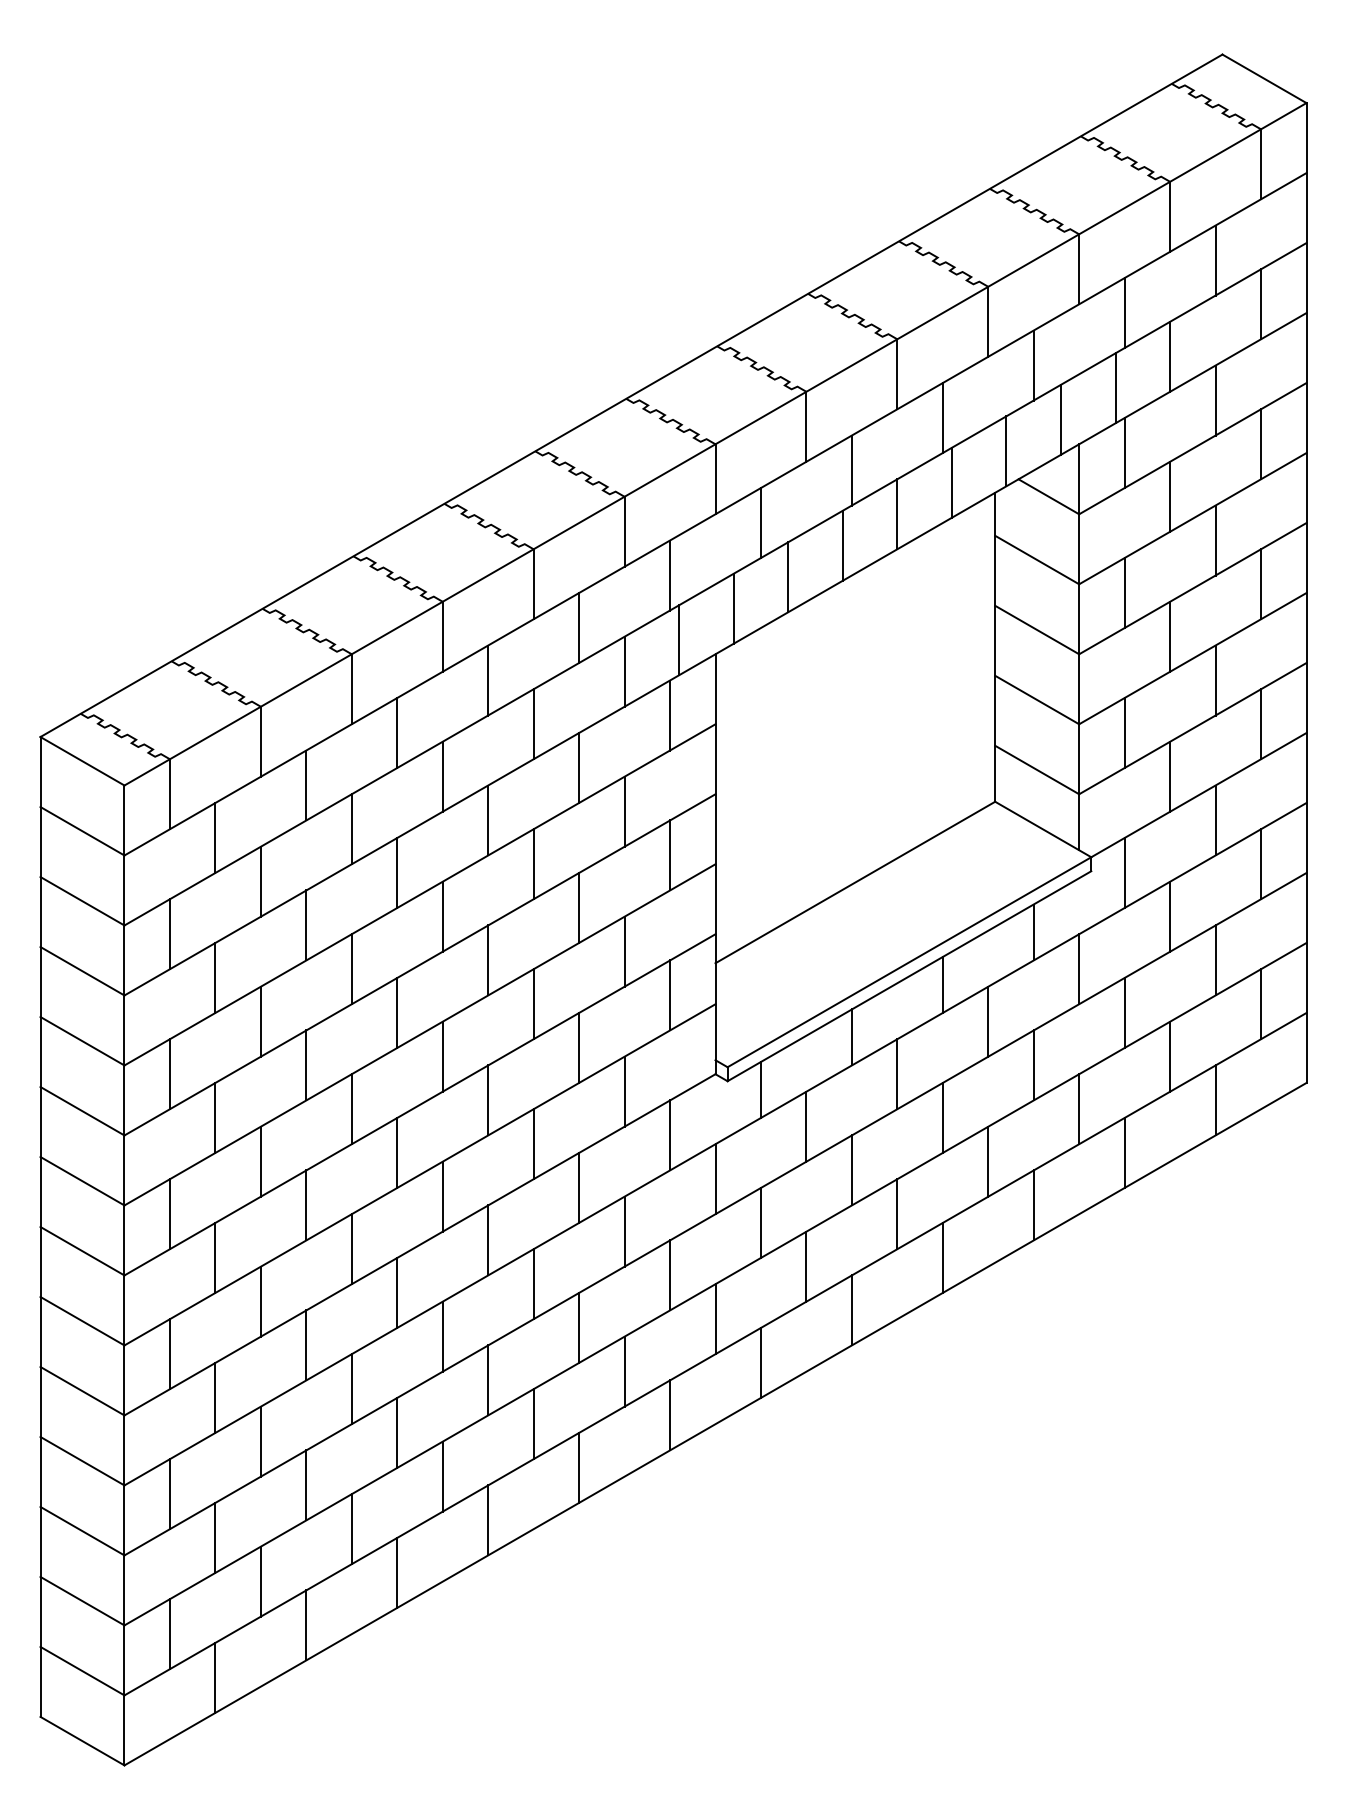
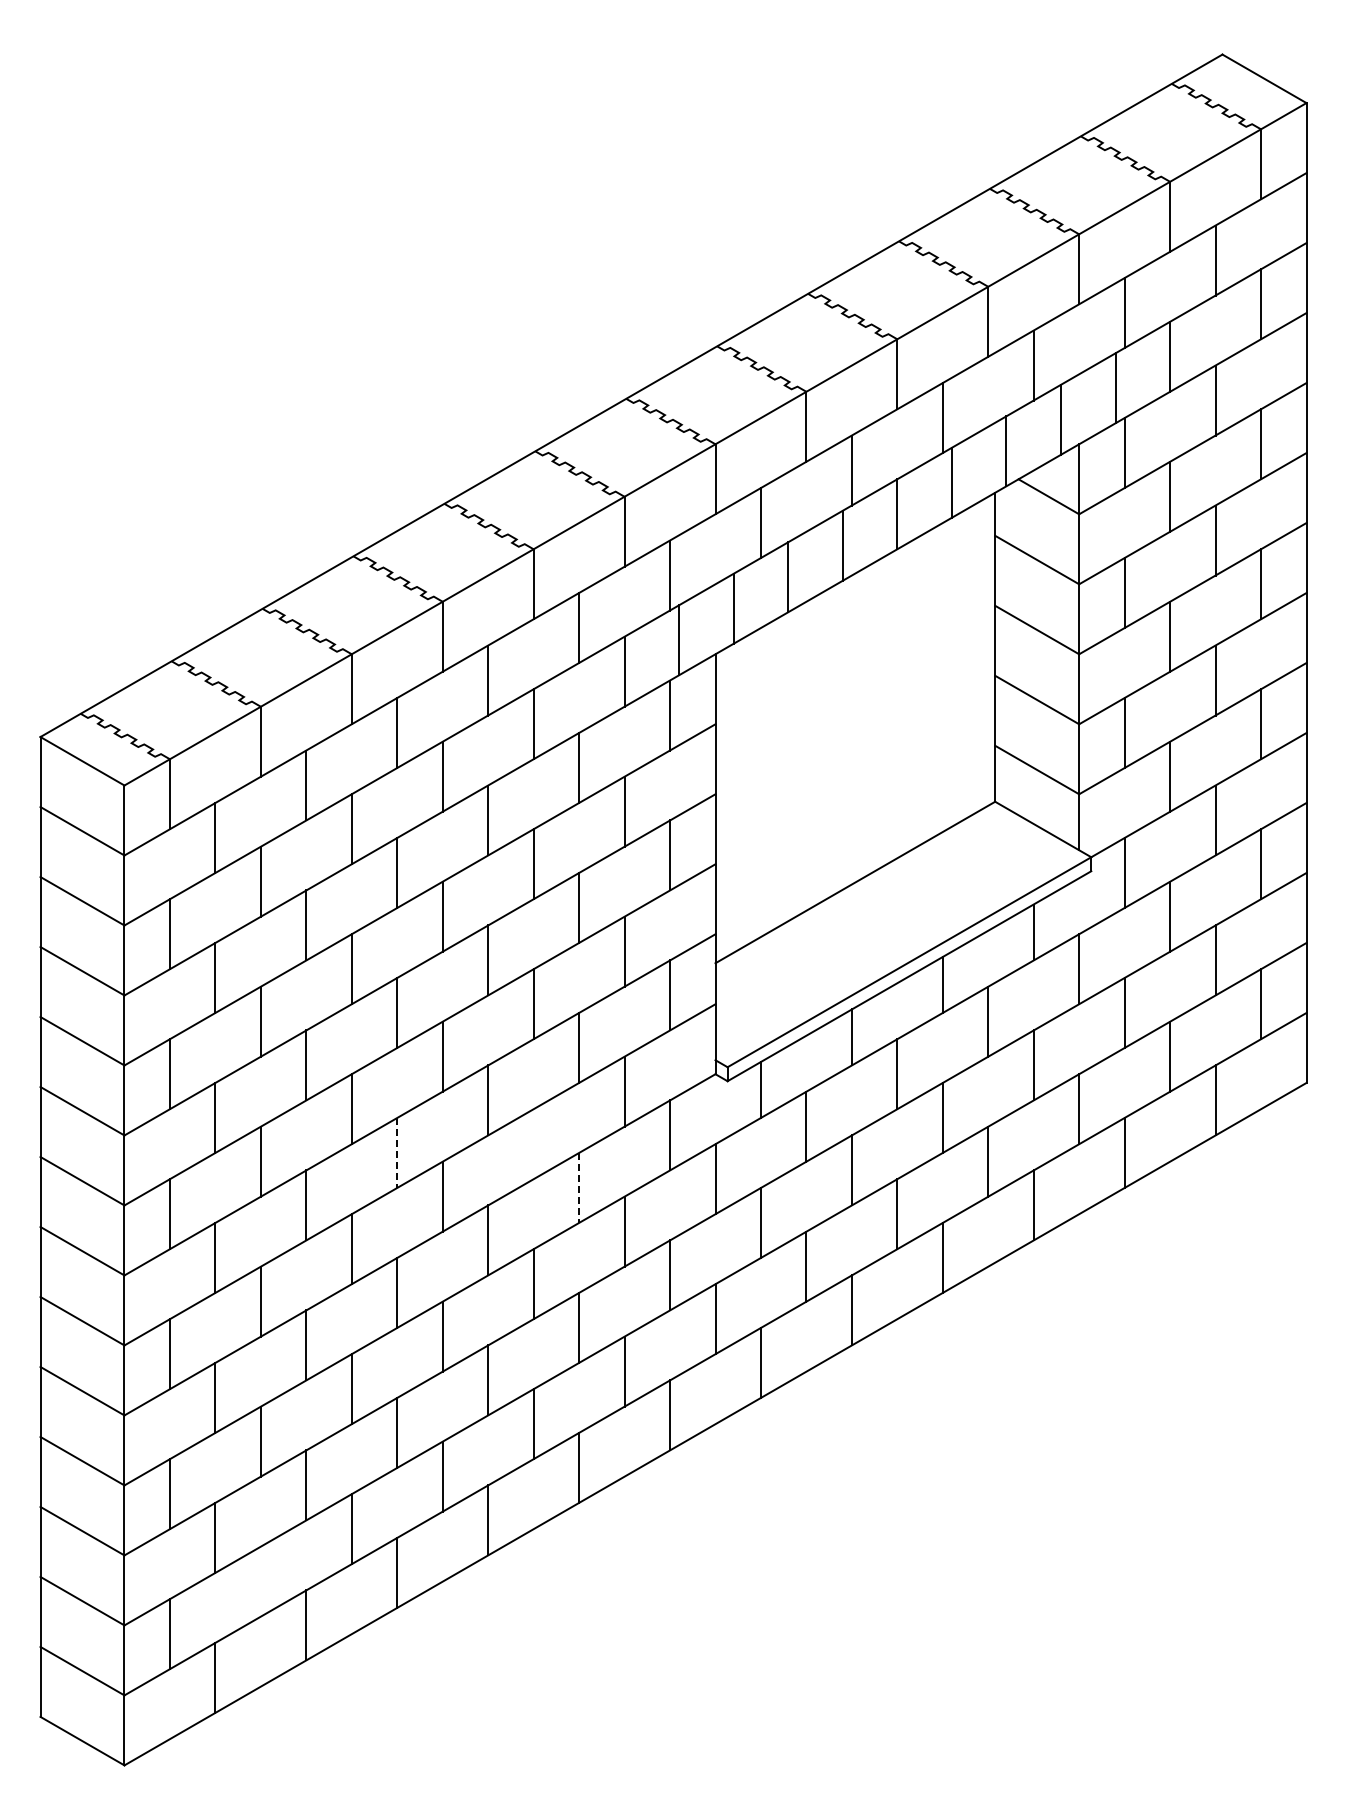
line at (533, 1144): present -> none
line at (397, 1152): solid -> dashed
line at (579, 1187): solid -> dashed
line at (260, 1581): present -> none
